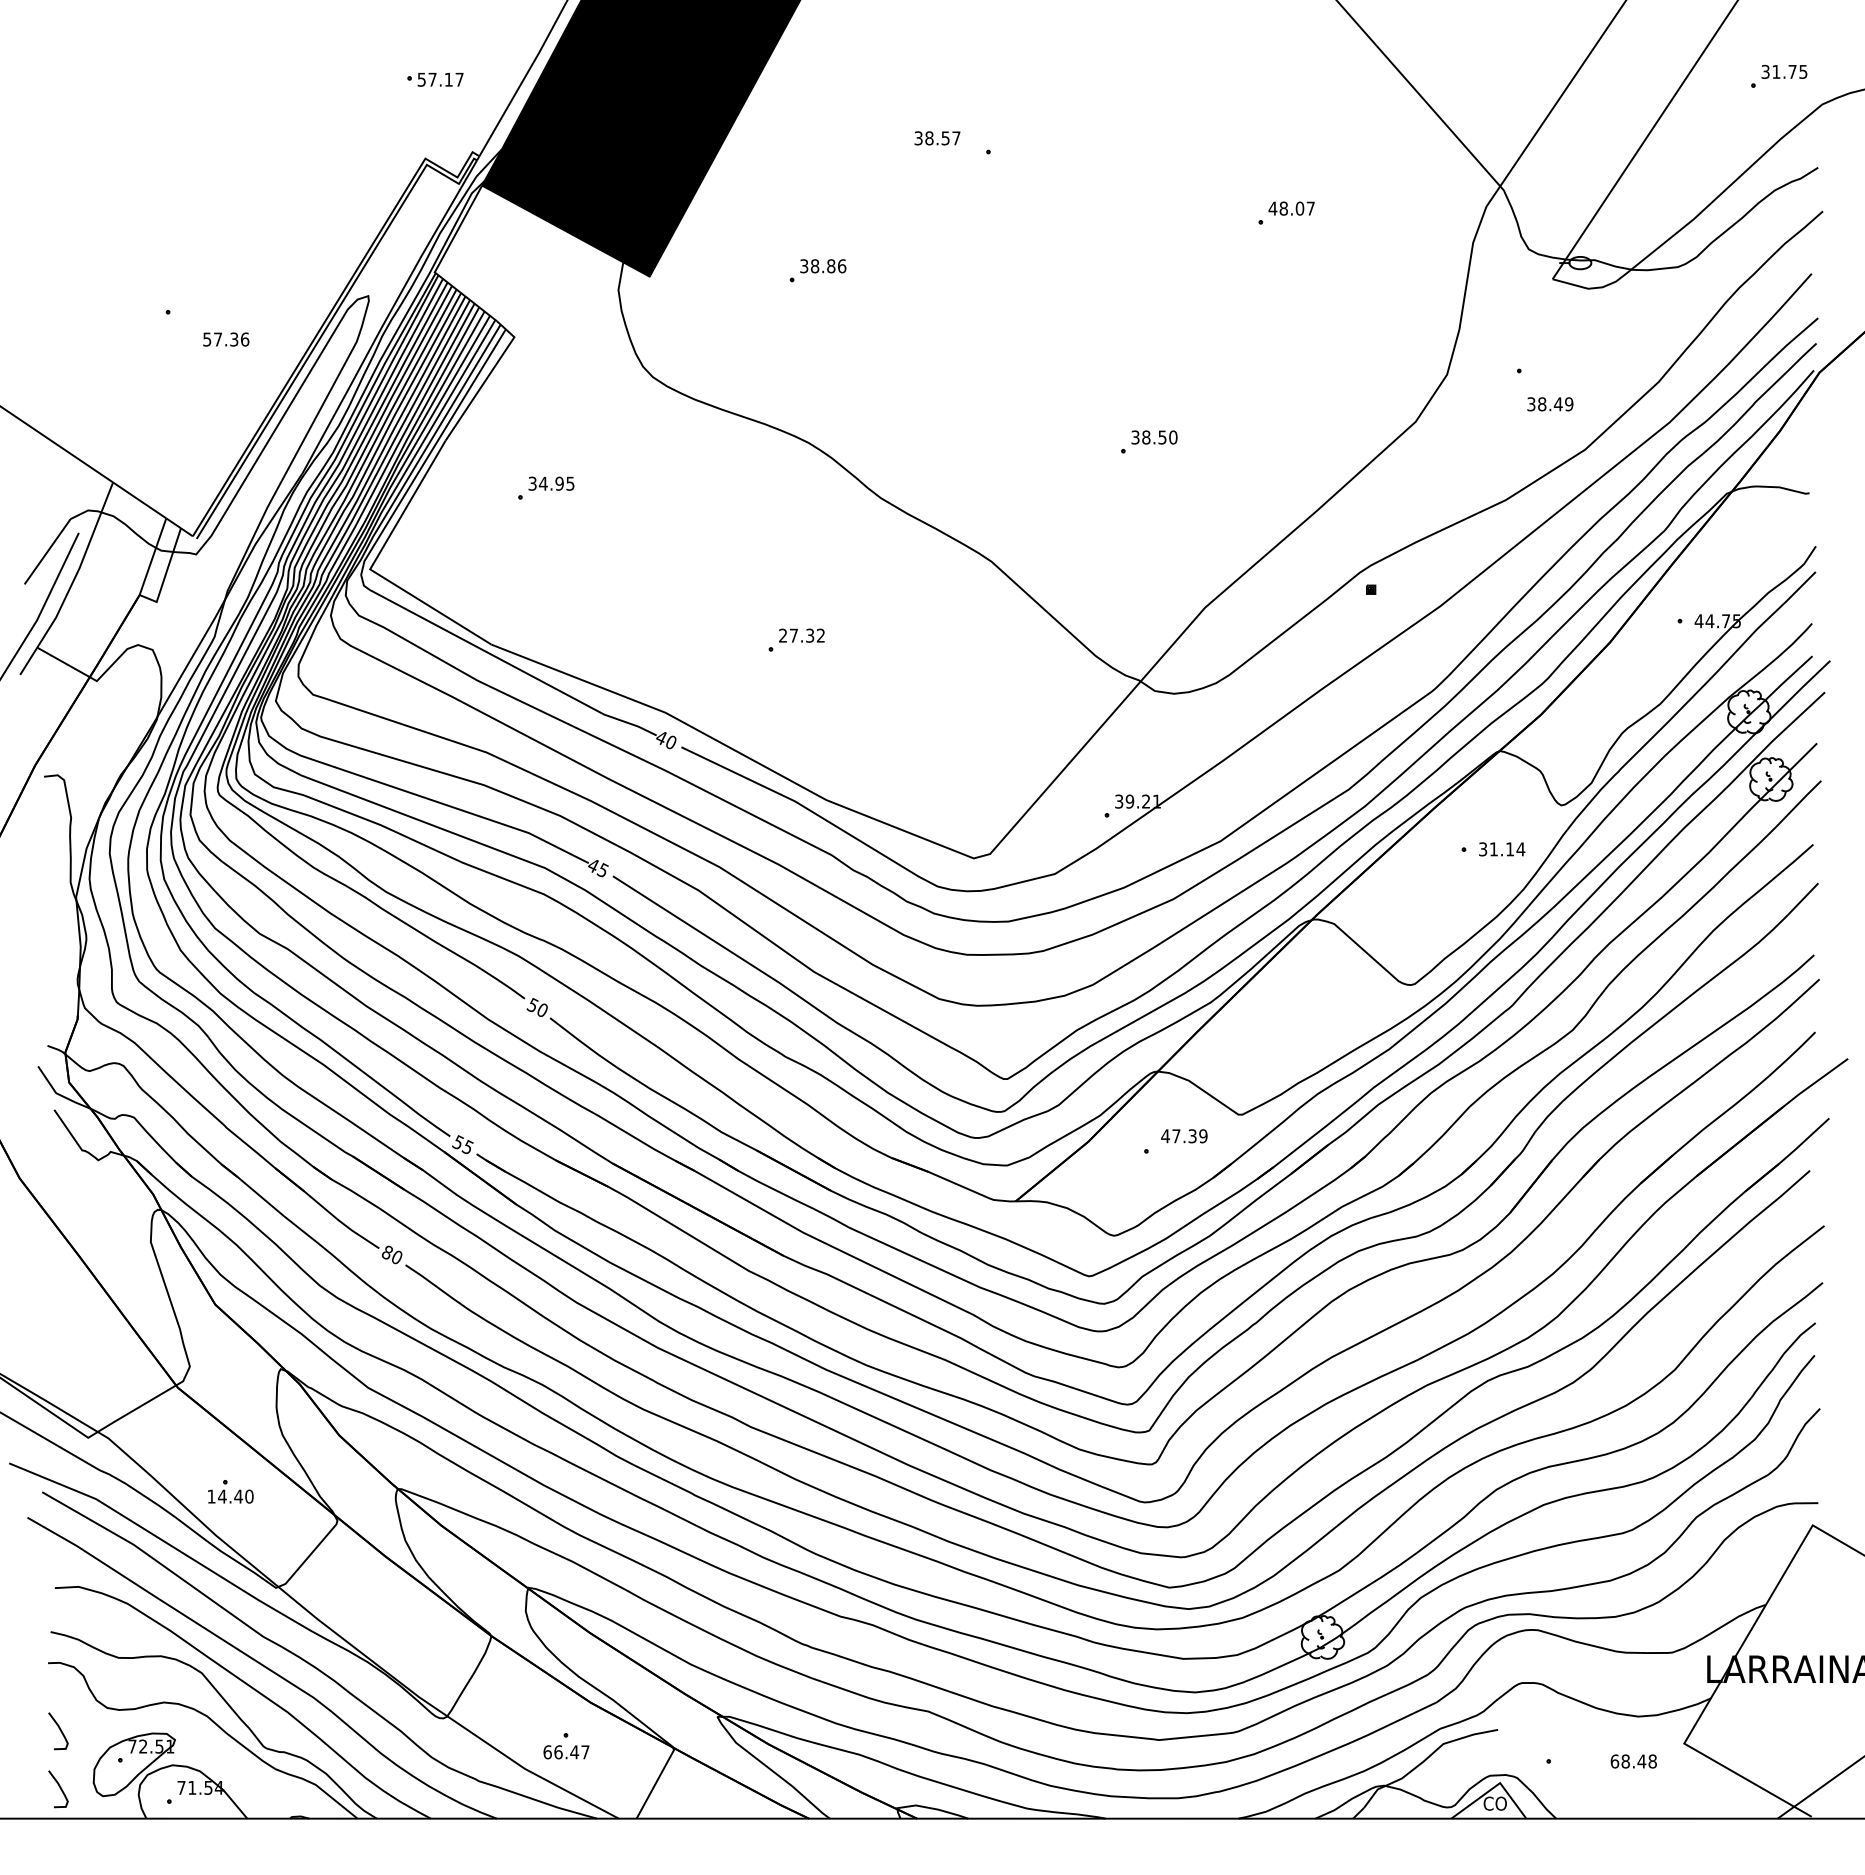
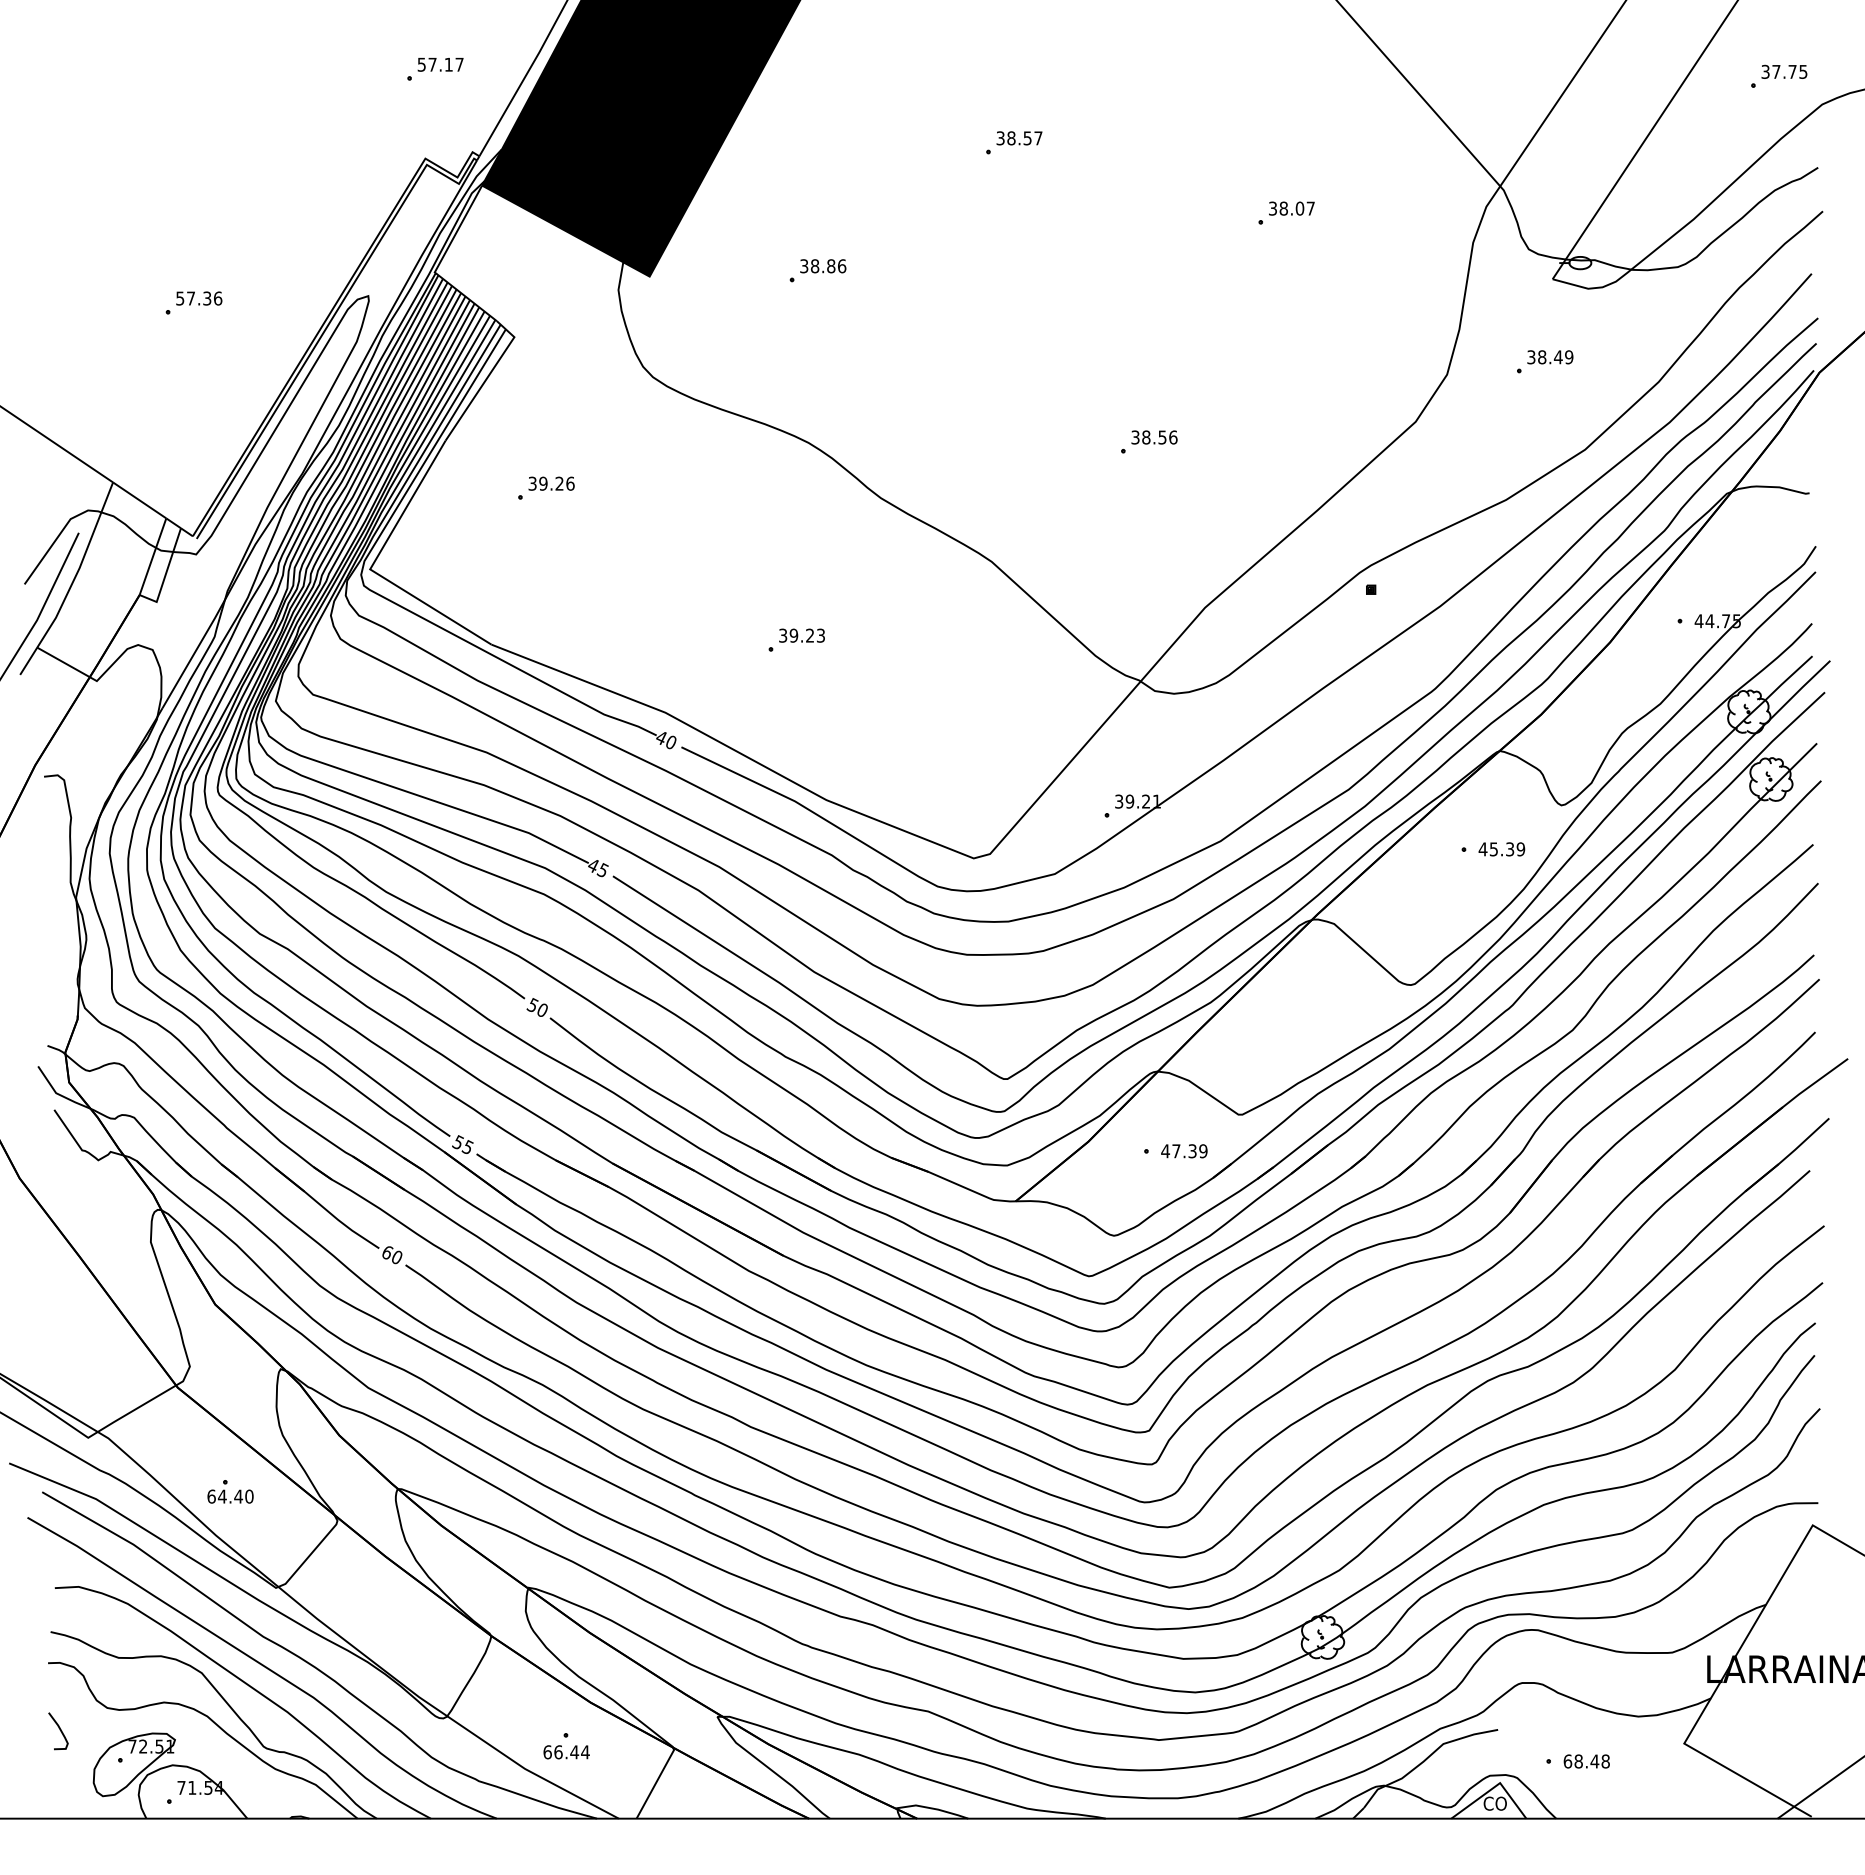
text at (1776, 71): 31.75 -> 37.75
text at (440, 79) position: (440, 79) -> (440, 64)
text at (937, 138) position: (937, 138) -> (1019, 138)
text at (1272, 208): 48.07 -> 38.07
text at (226, 339) position: (226, 339) -> (199, 298)
text at (1550, 404) position: (1550, 404) -> (1550, 357)
text at (1173, 437): 38.50 -> 38.56
text at (556, 483): 34.95 -> 39.26
text at (801, 635): 27.32 -> 39.23
text at (1501, 849): 31.14 -> 45.39
text at (1184, 1136) position: (1184, 1136) -> (1184, 1151)
text at (387, 1251): 80 -> 60
text at (211, 1496): 14.40 -> 64.40
text at (585, 1752): 66.47 -> 66.44
text at (1633, 1761) position: (1633, 1761) -> (1586, 1761)
curve at (59, 1788): present -> none
